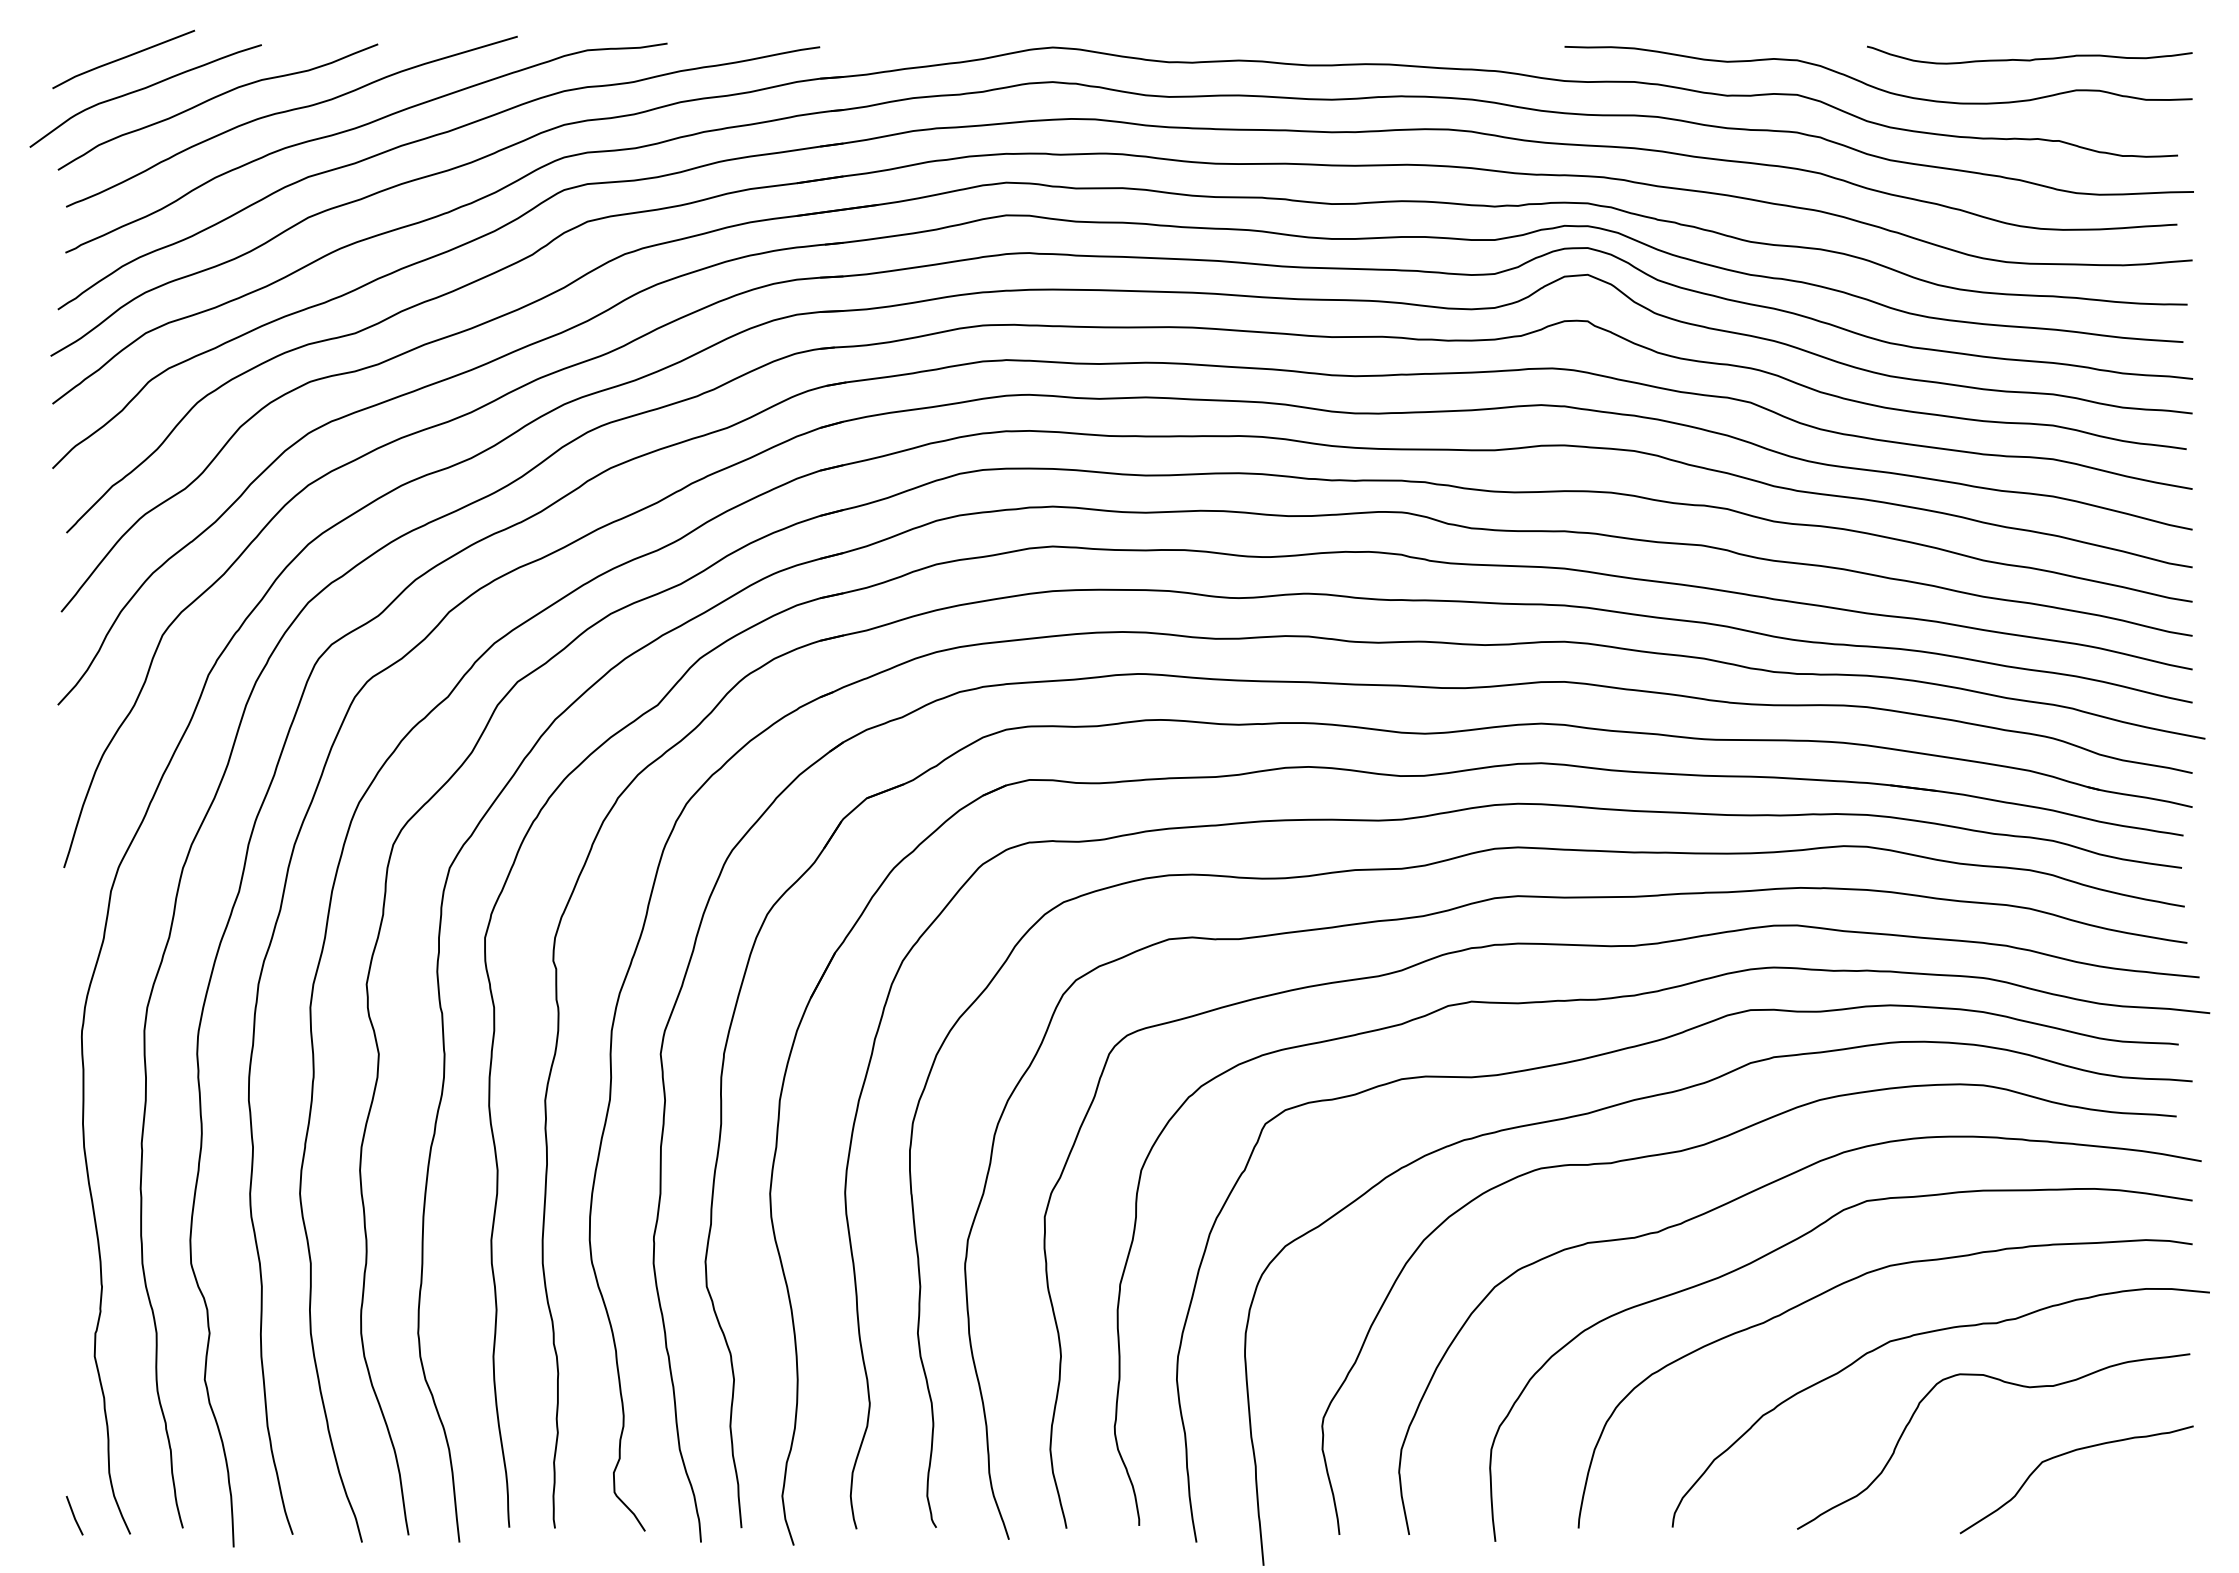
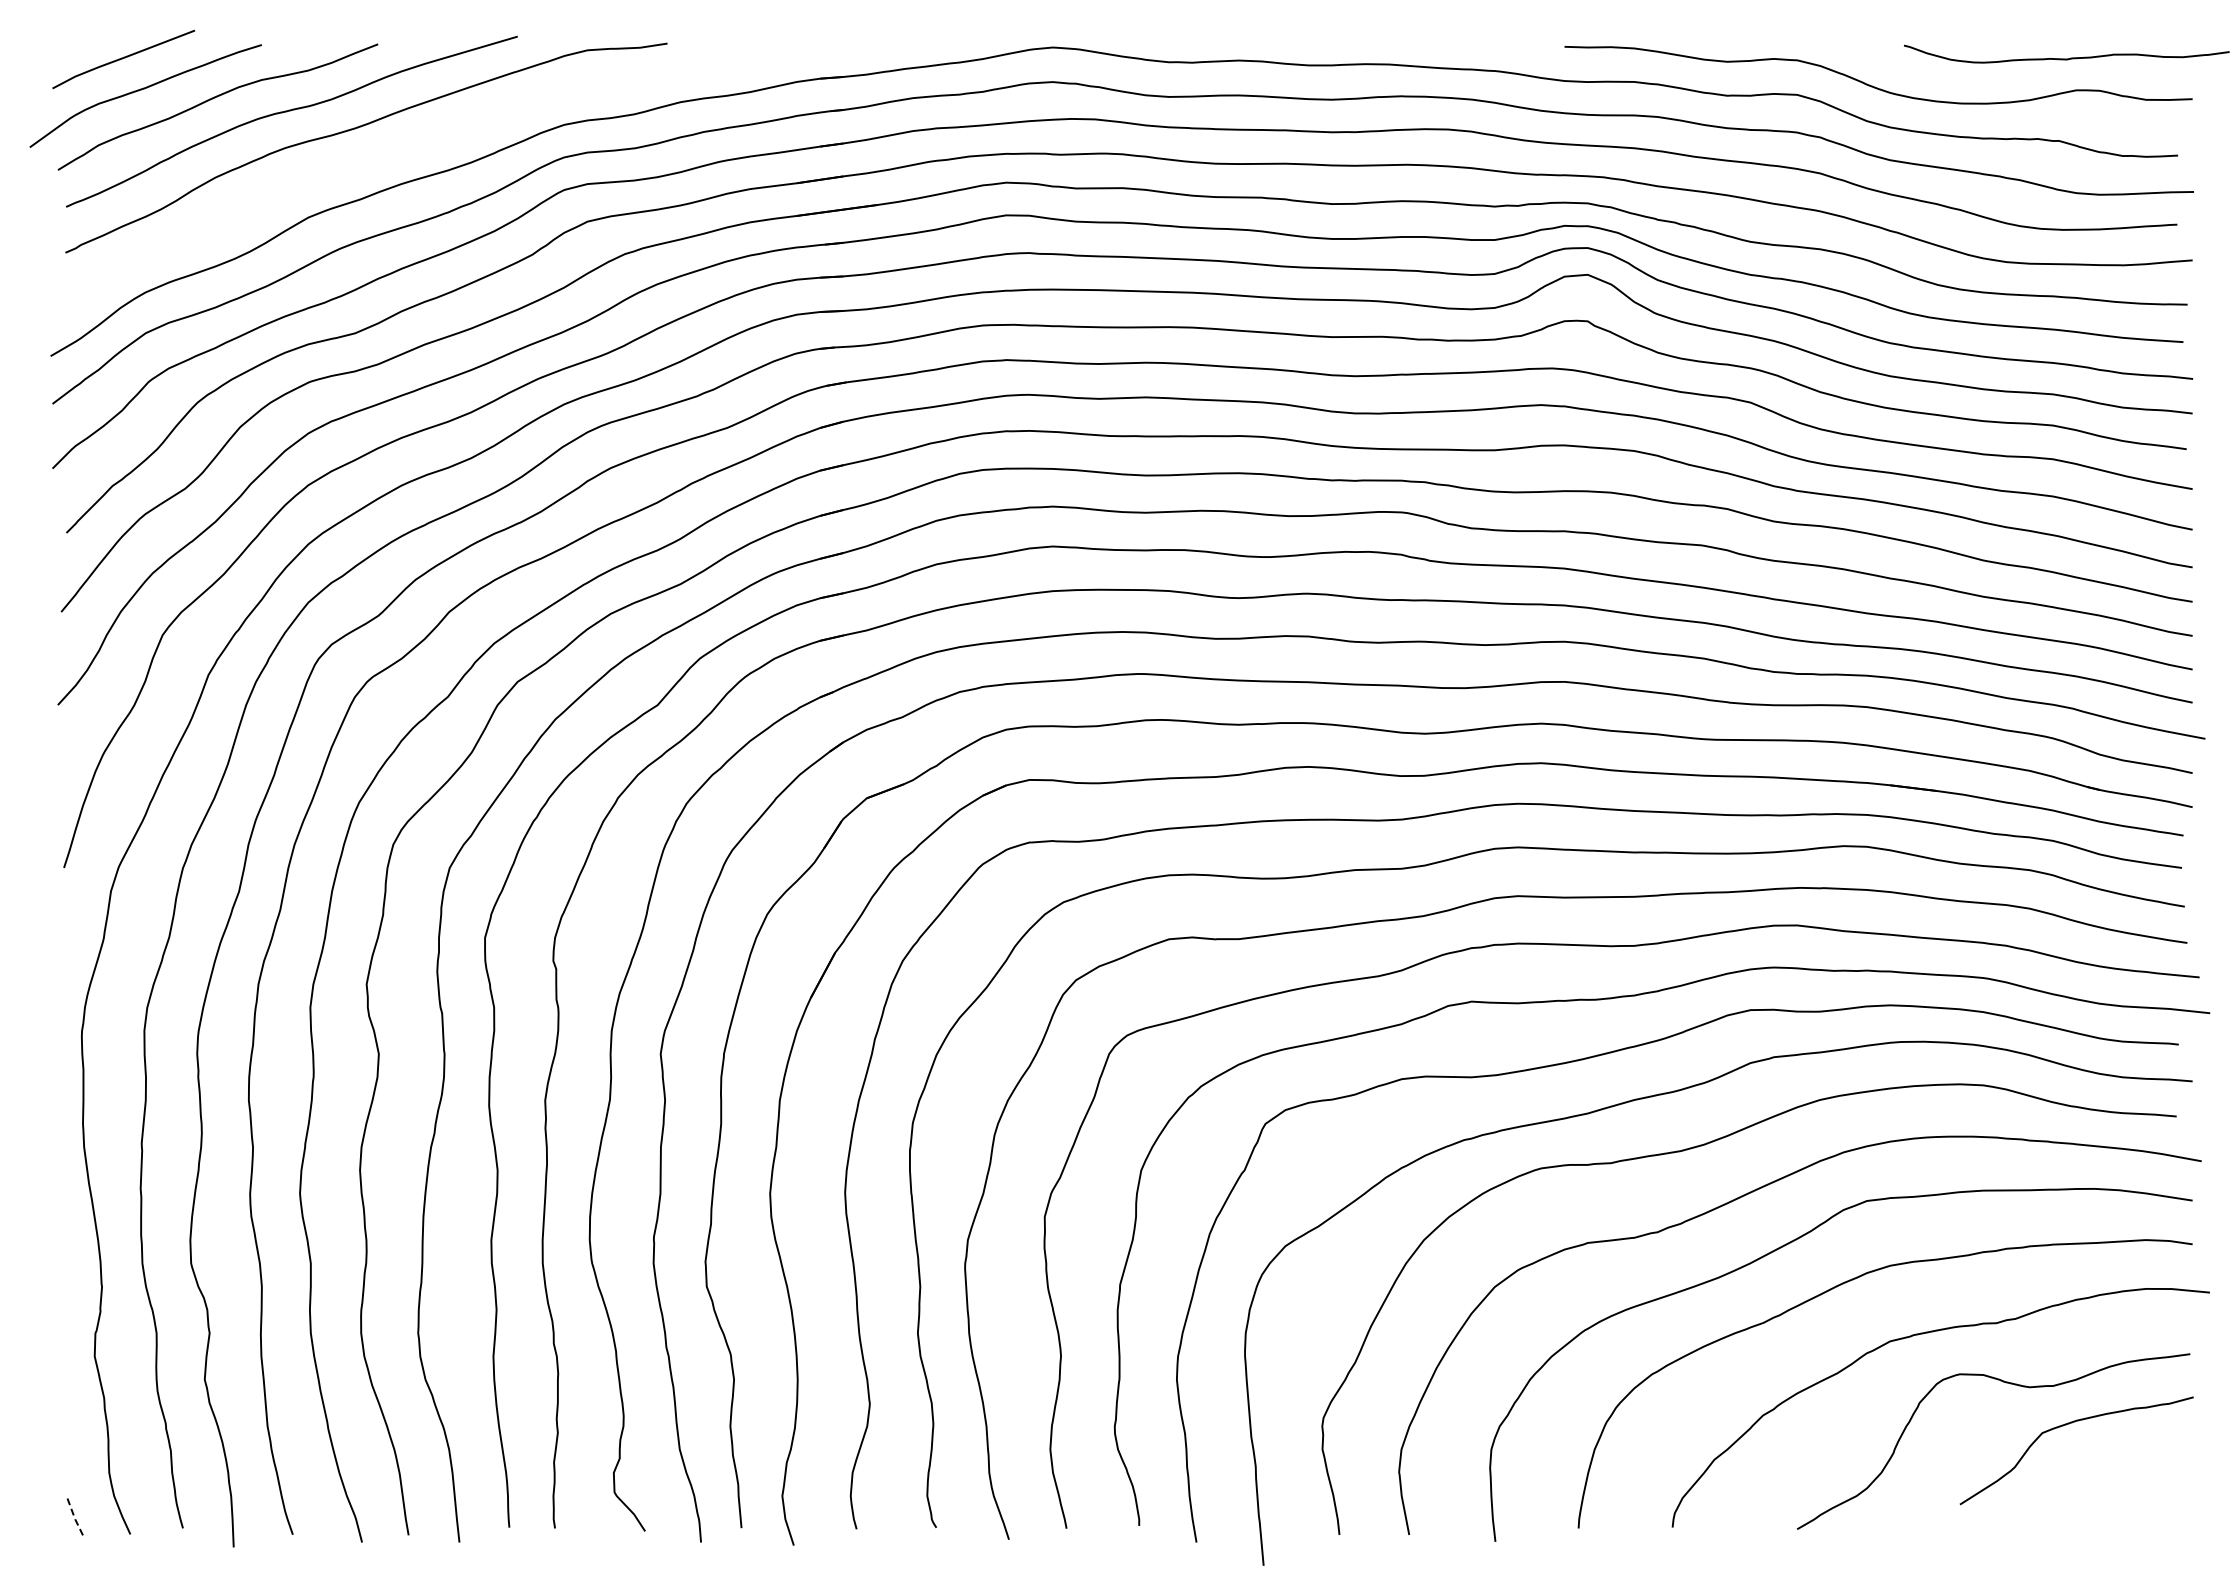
curve at (2029, 59) position: (2029, 59) -> (2066, 58)
curve at (426, 139): present -> none
curve at (2069, 1453) position: (2069, 1453) -> (2069, 1424)
line at (74, 1516): solid -> dashed
